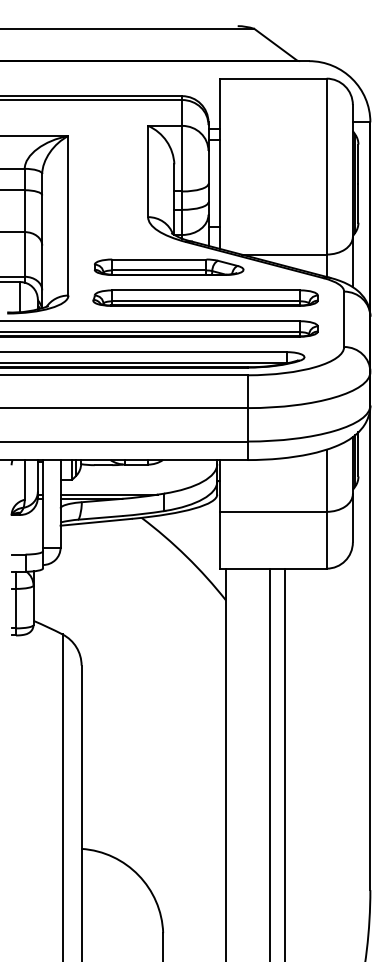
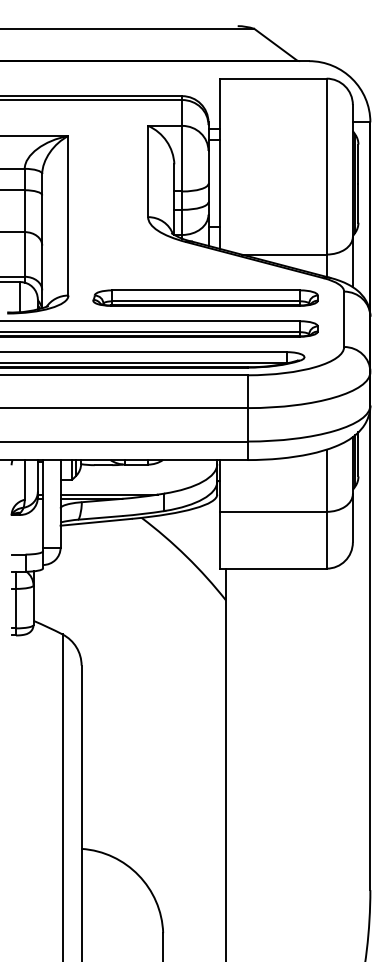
part at (169, 266): present -> none
line at (269, 763): present -> none
line at (284, 763): present -> none
